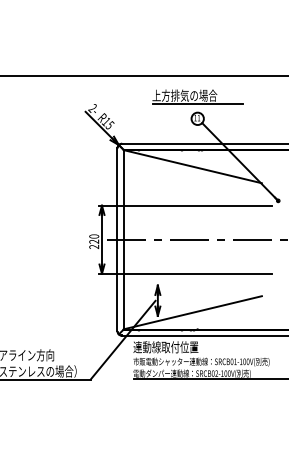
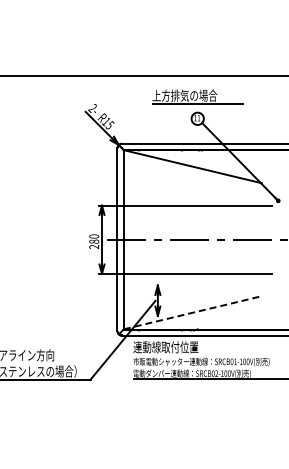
text at (94, 241): 220 -> 280
line at (192, 312): solid -> dashed
